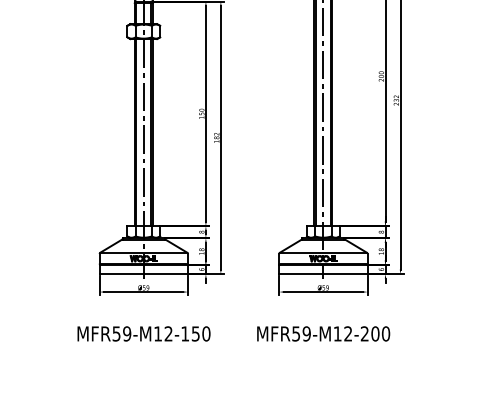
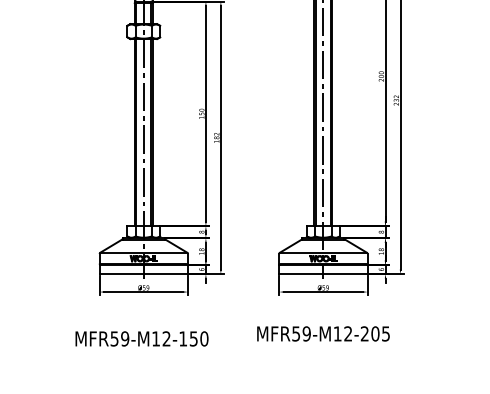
text at (143, 333) position: (143, 333) -> (141, 338)
text at (385, 333): MFR59-M12-200 -> MFR59-M12-205
